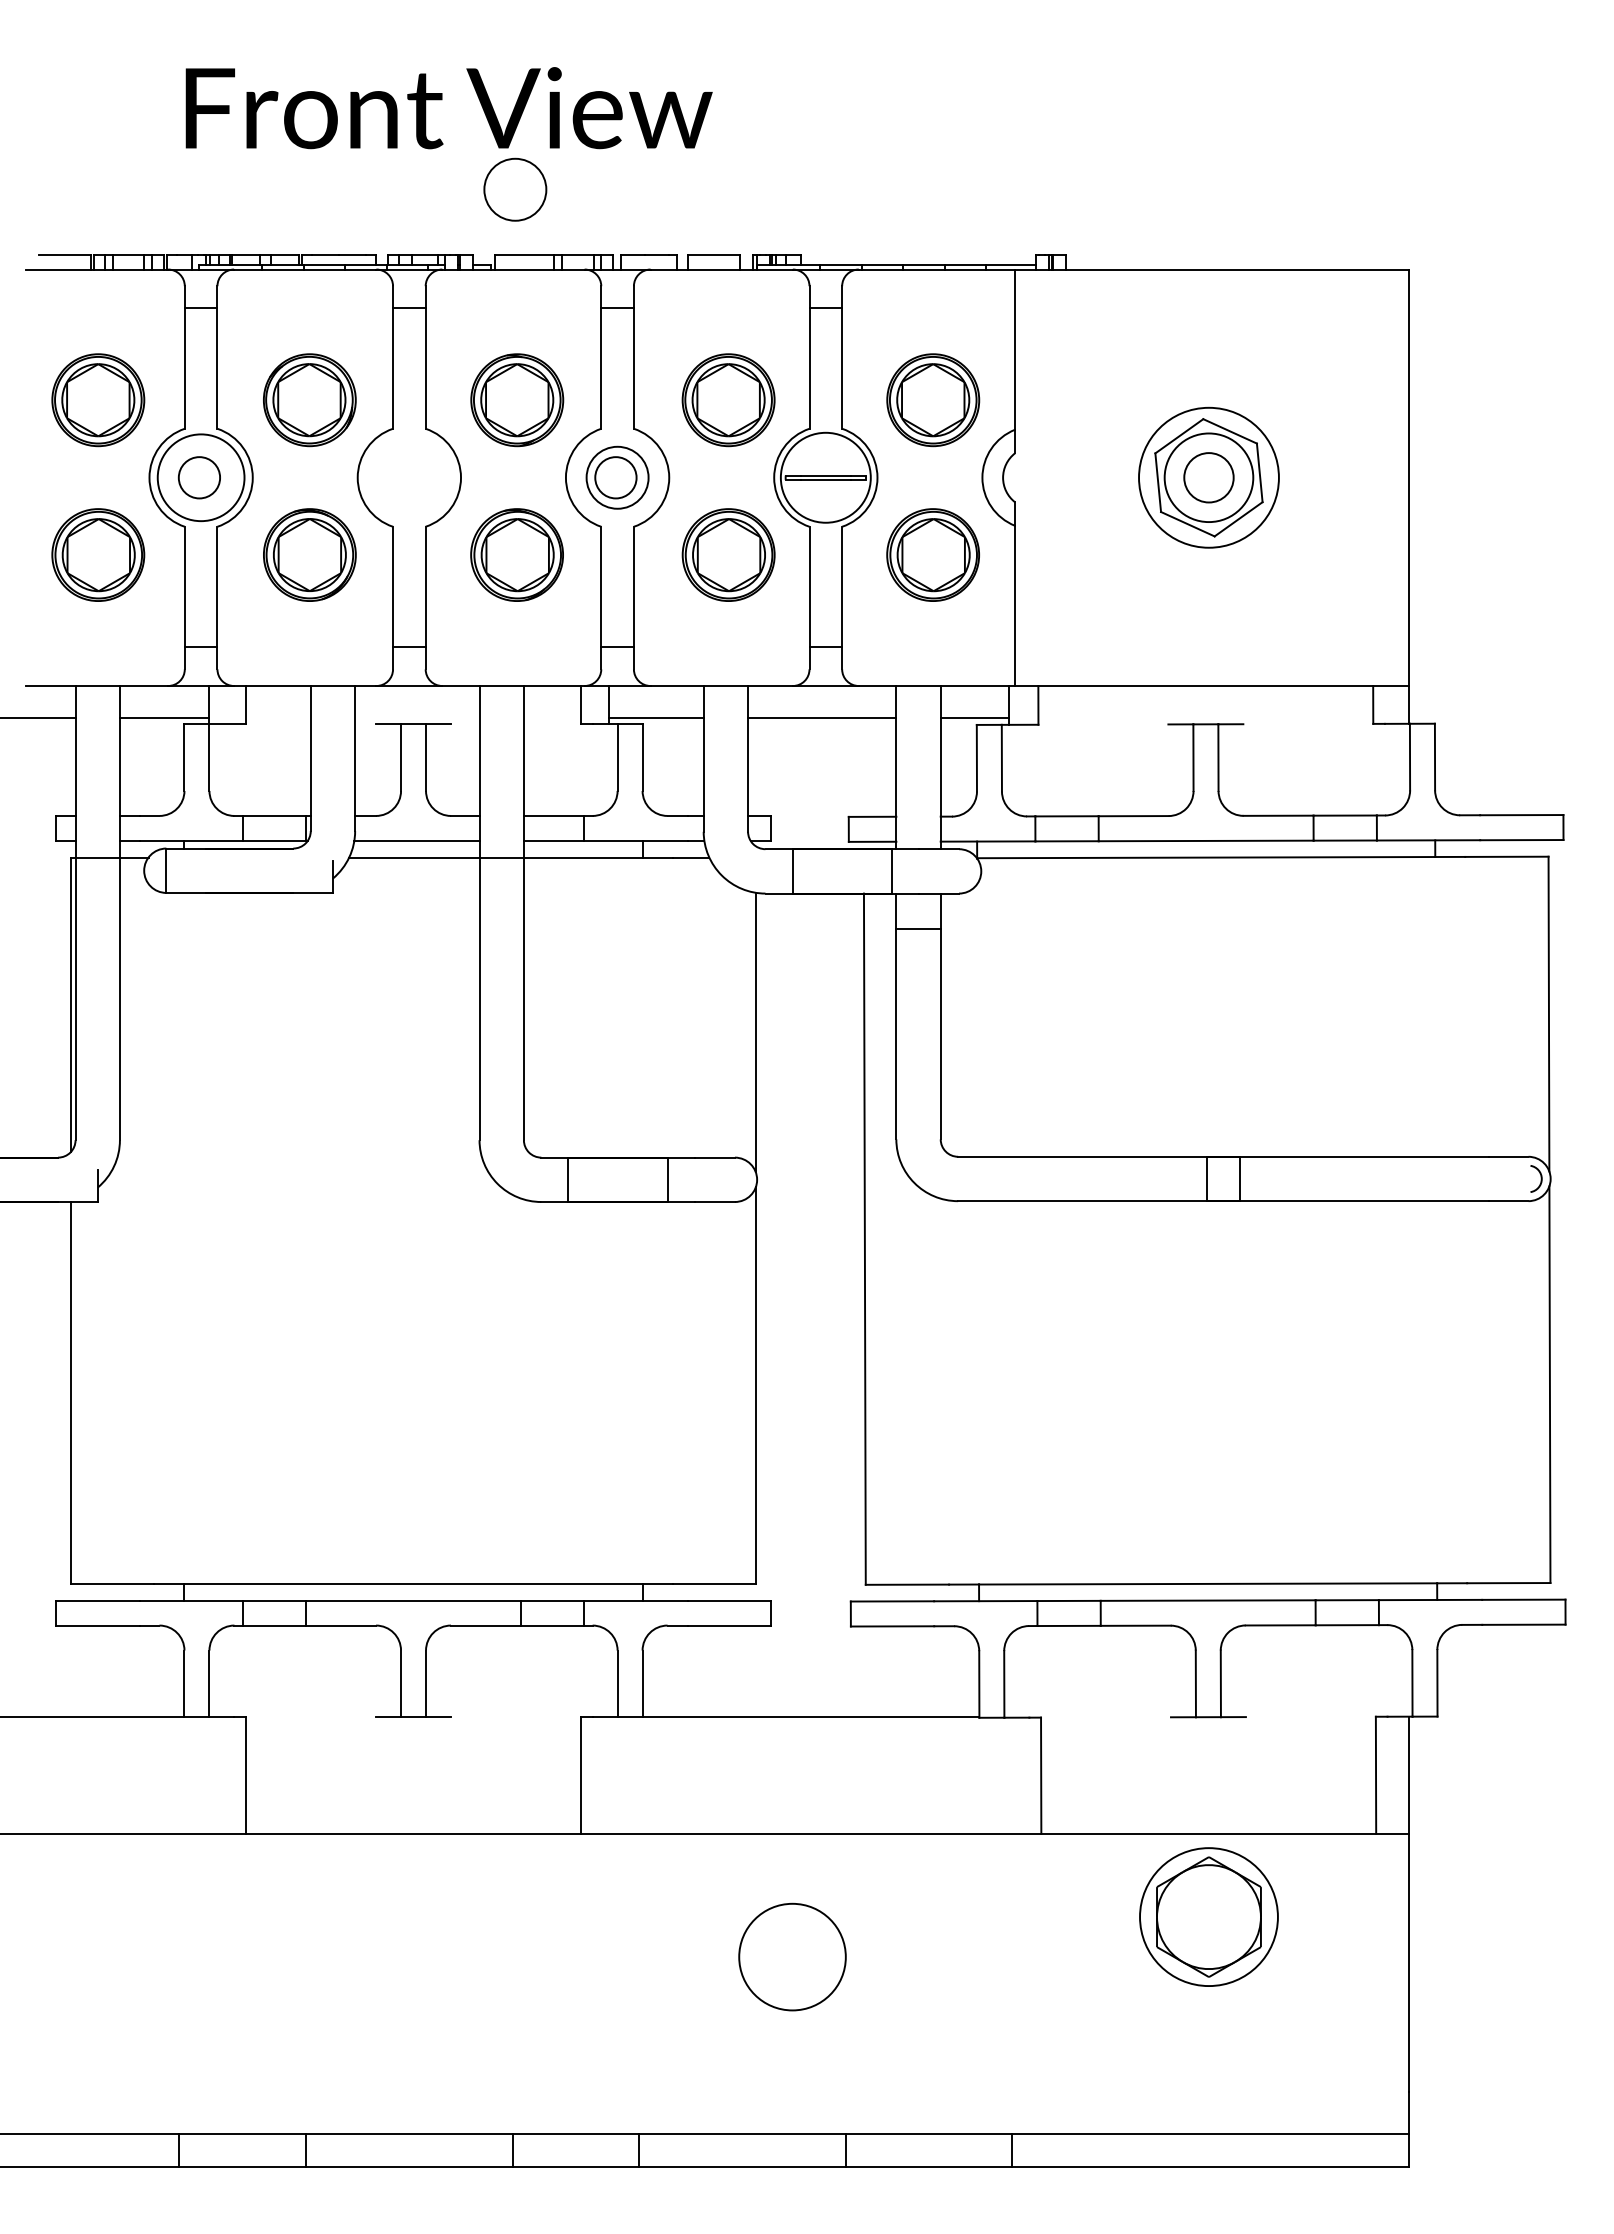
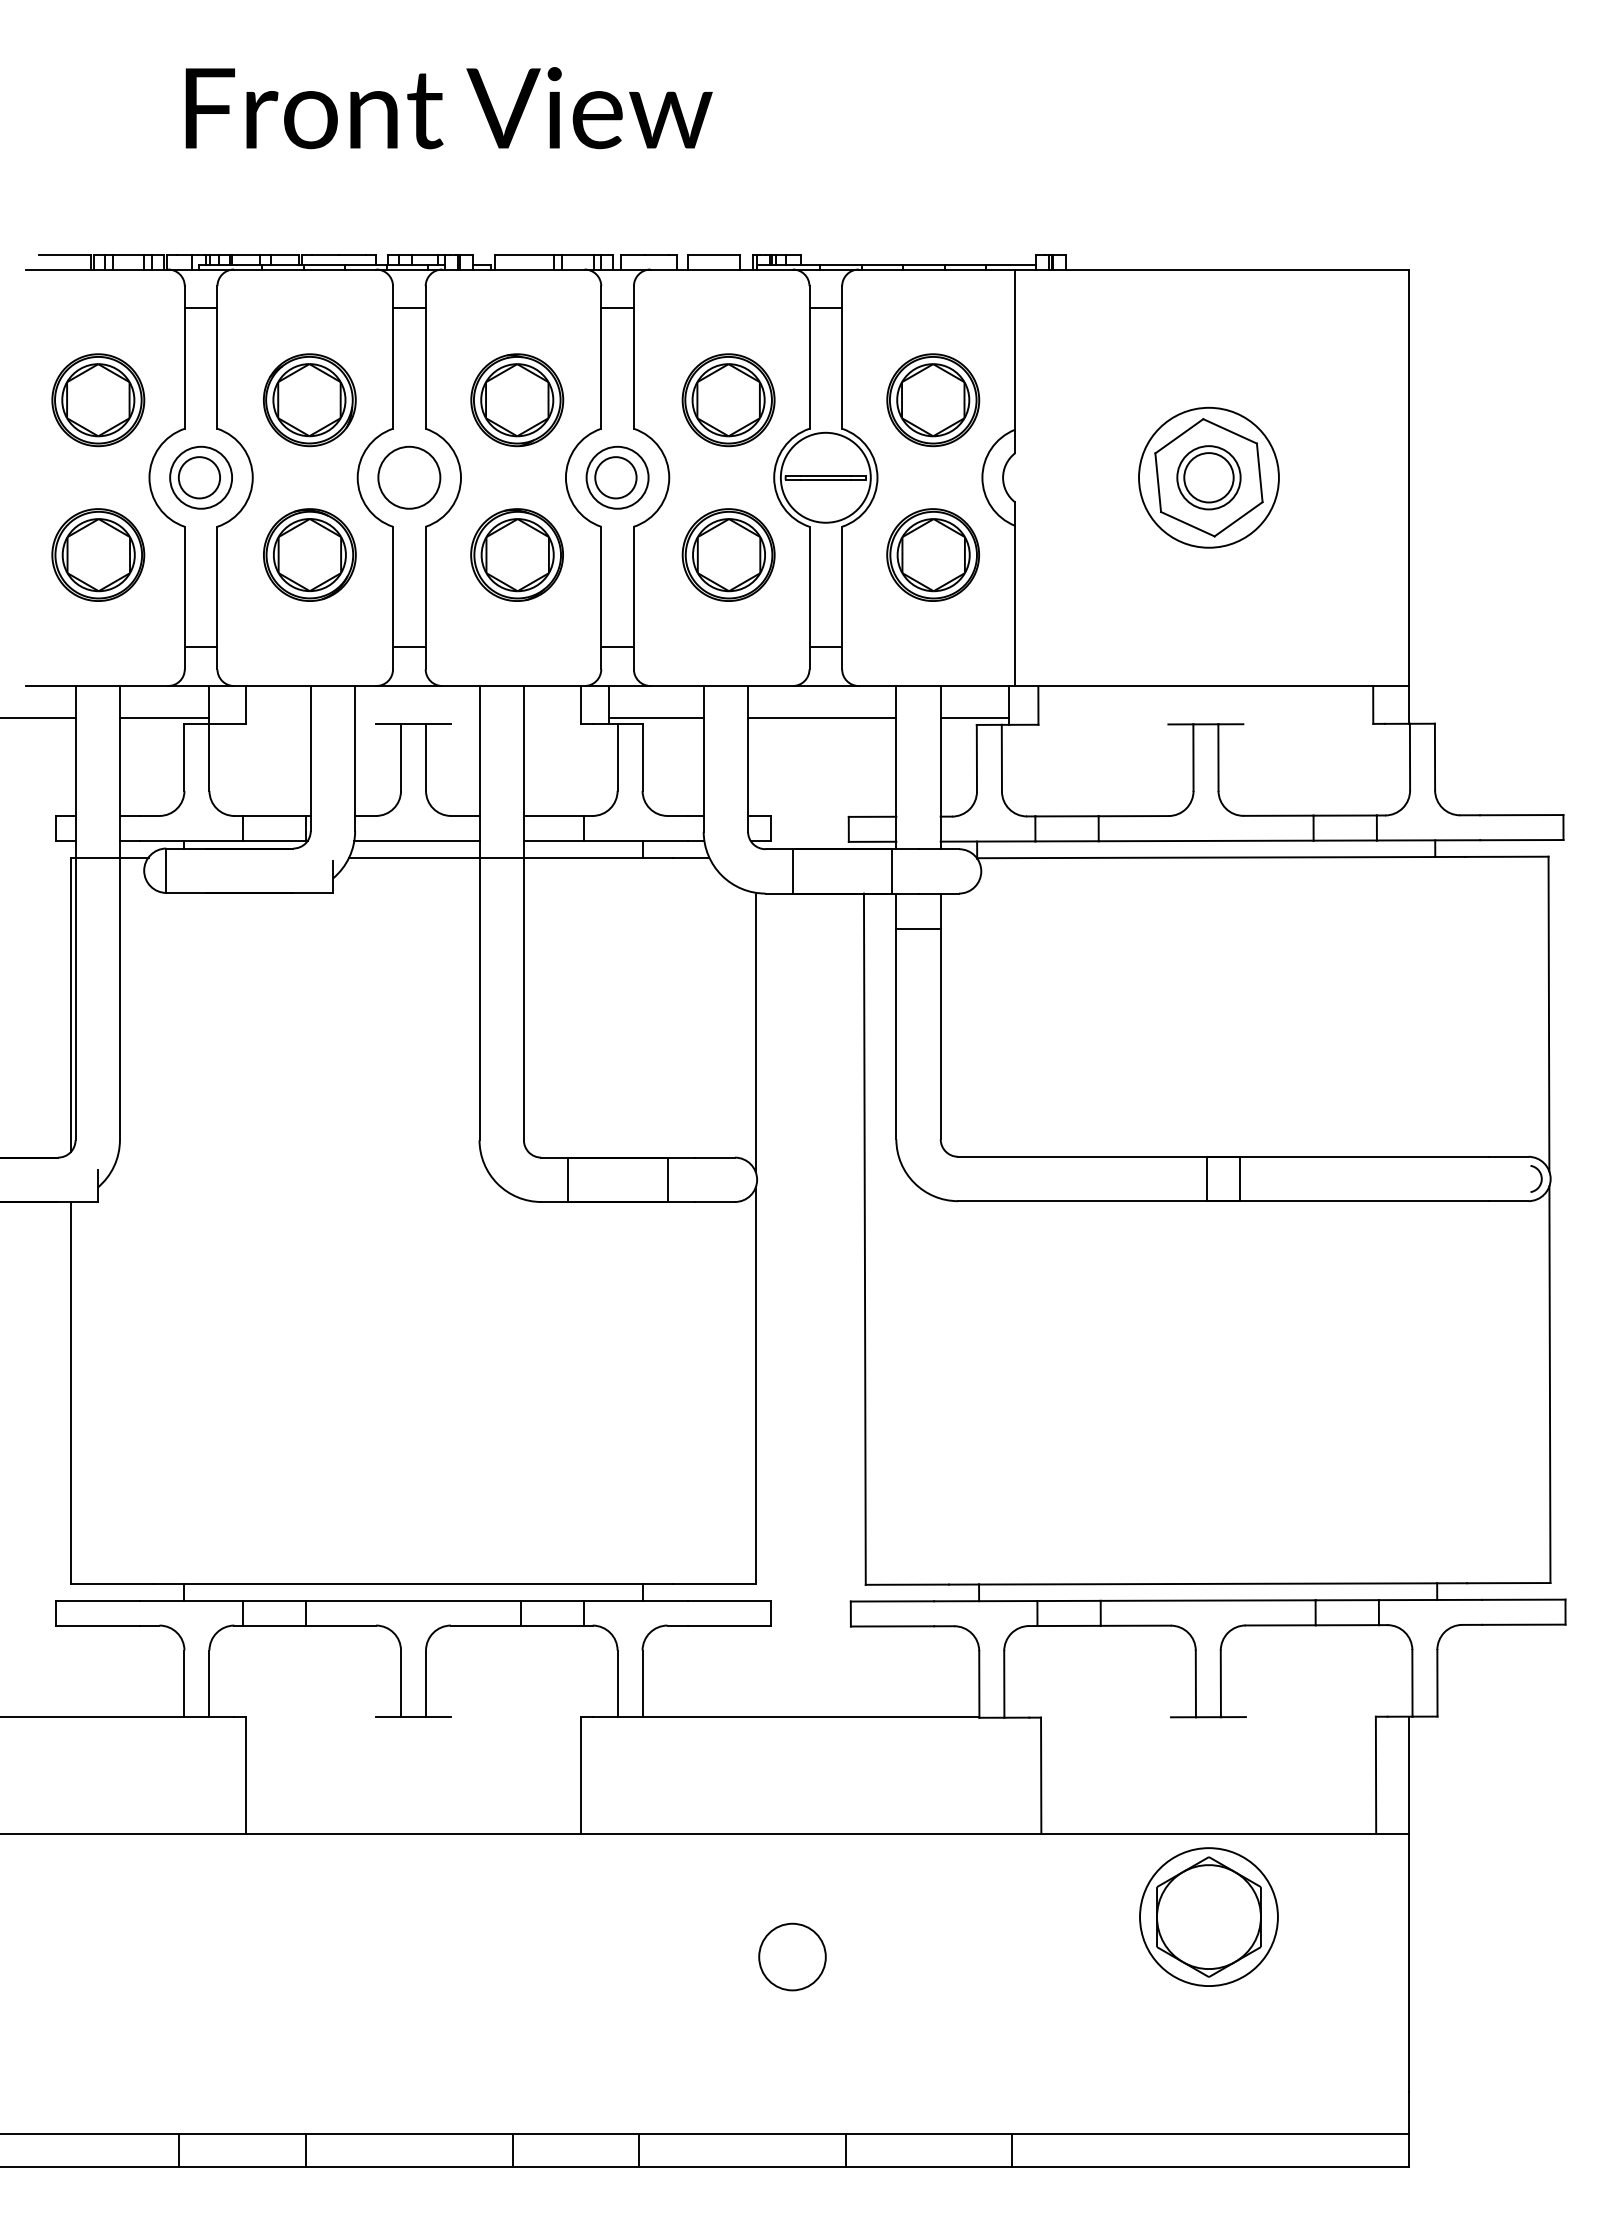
circle at (515, 189) position: (515, 189) -> (409, 477)
circle at (200, 477) diameter: 87 px -> 62 px
circle at (1208, 477) diameter: 89 px -> 63 px
circle at (792, 1956) size: 109x110 px -> 69x70 px
